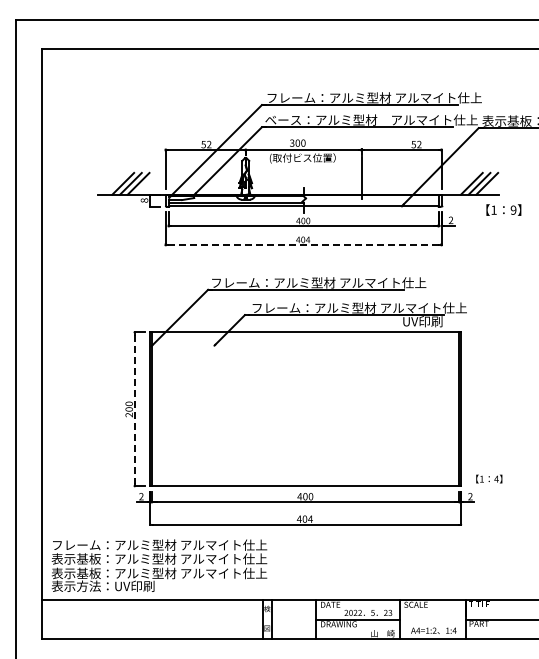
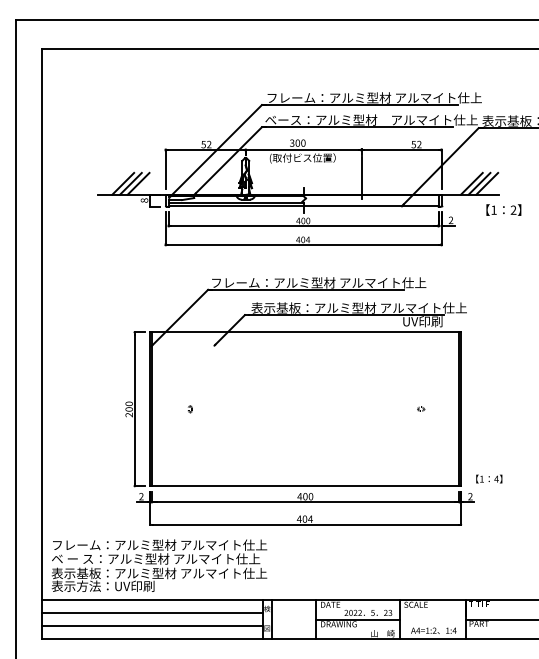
text at (513, 210): 9 -> 2
line at (303, 244): dashed -> solid
text at (275, 307): フレーム：アルミ型材 アルマイト仕上 -> 表示基板：アルミ型材 アルマイト仕上
part at (421, 408): none -> present
line at (134, 409): dashed -> solid
part at (189, 409): none -> present
text at (159, 558): 表示基板：アルミ型材 アルマイト仕上 -> ベ ー ス：アルミ型材 アルマイト仕上
line at (151, 613): none -> present
line at (151, 626): none -> present
